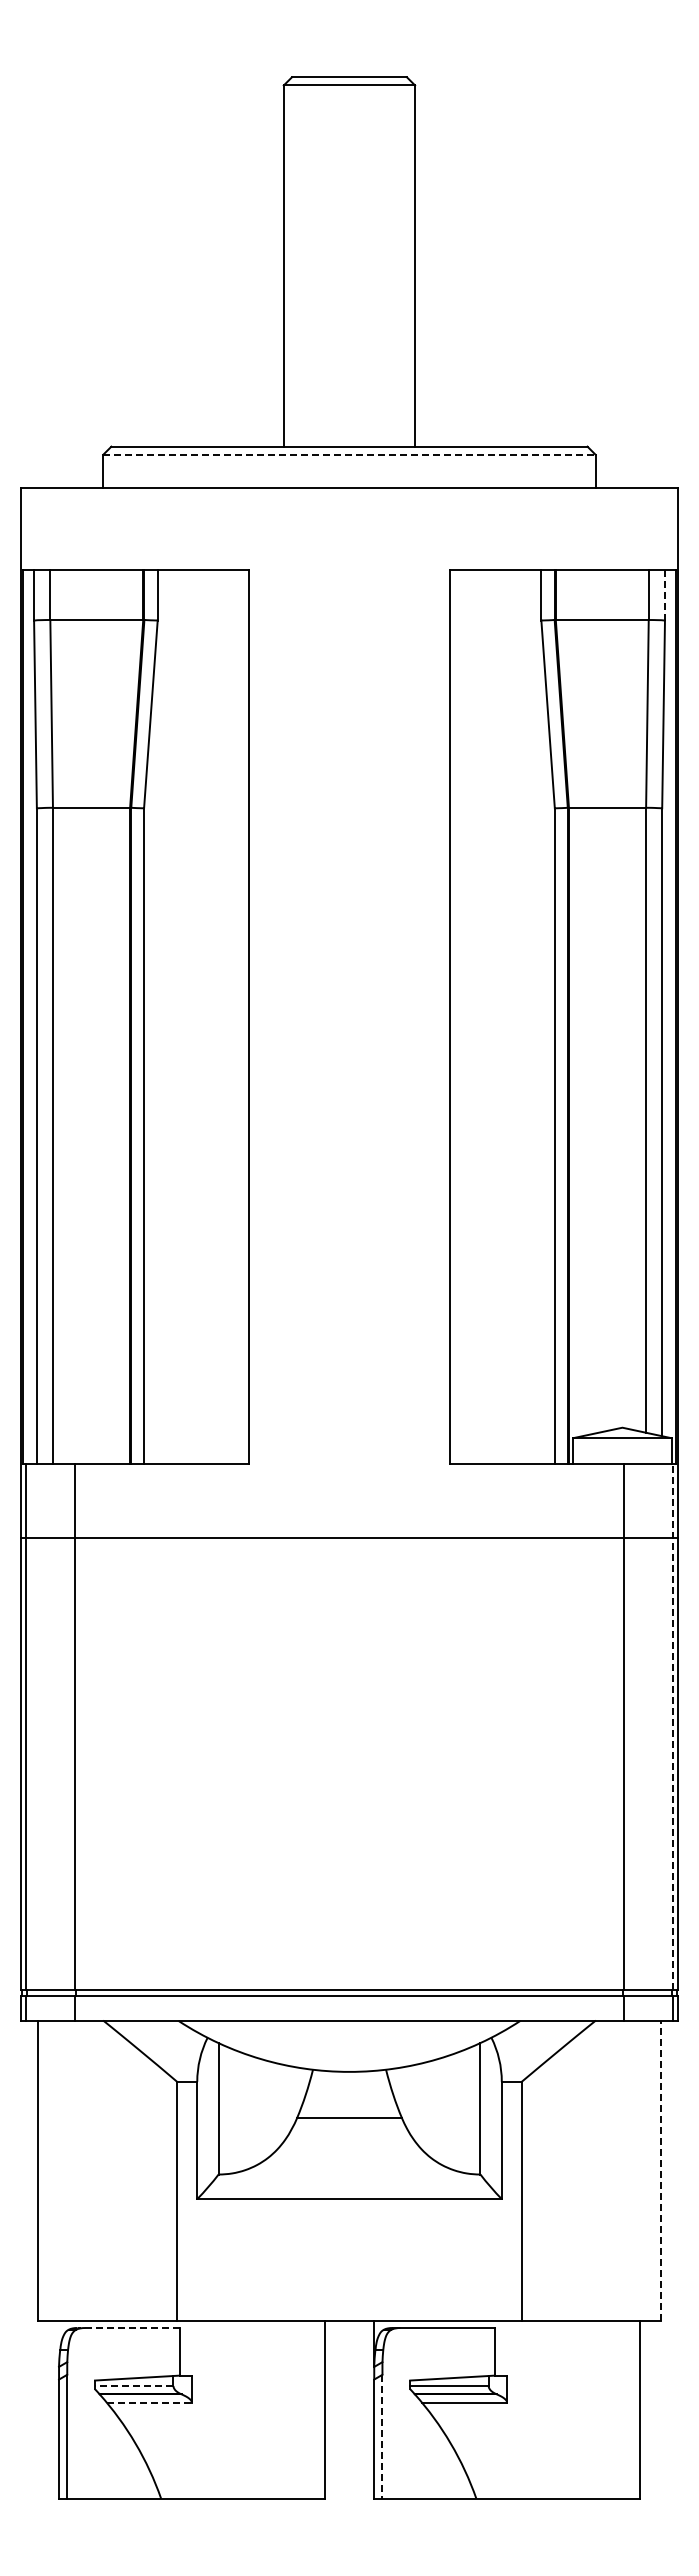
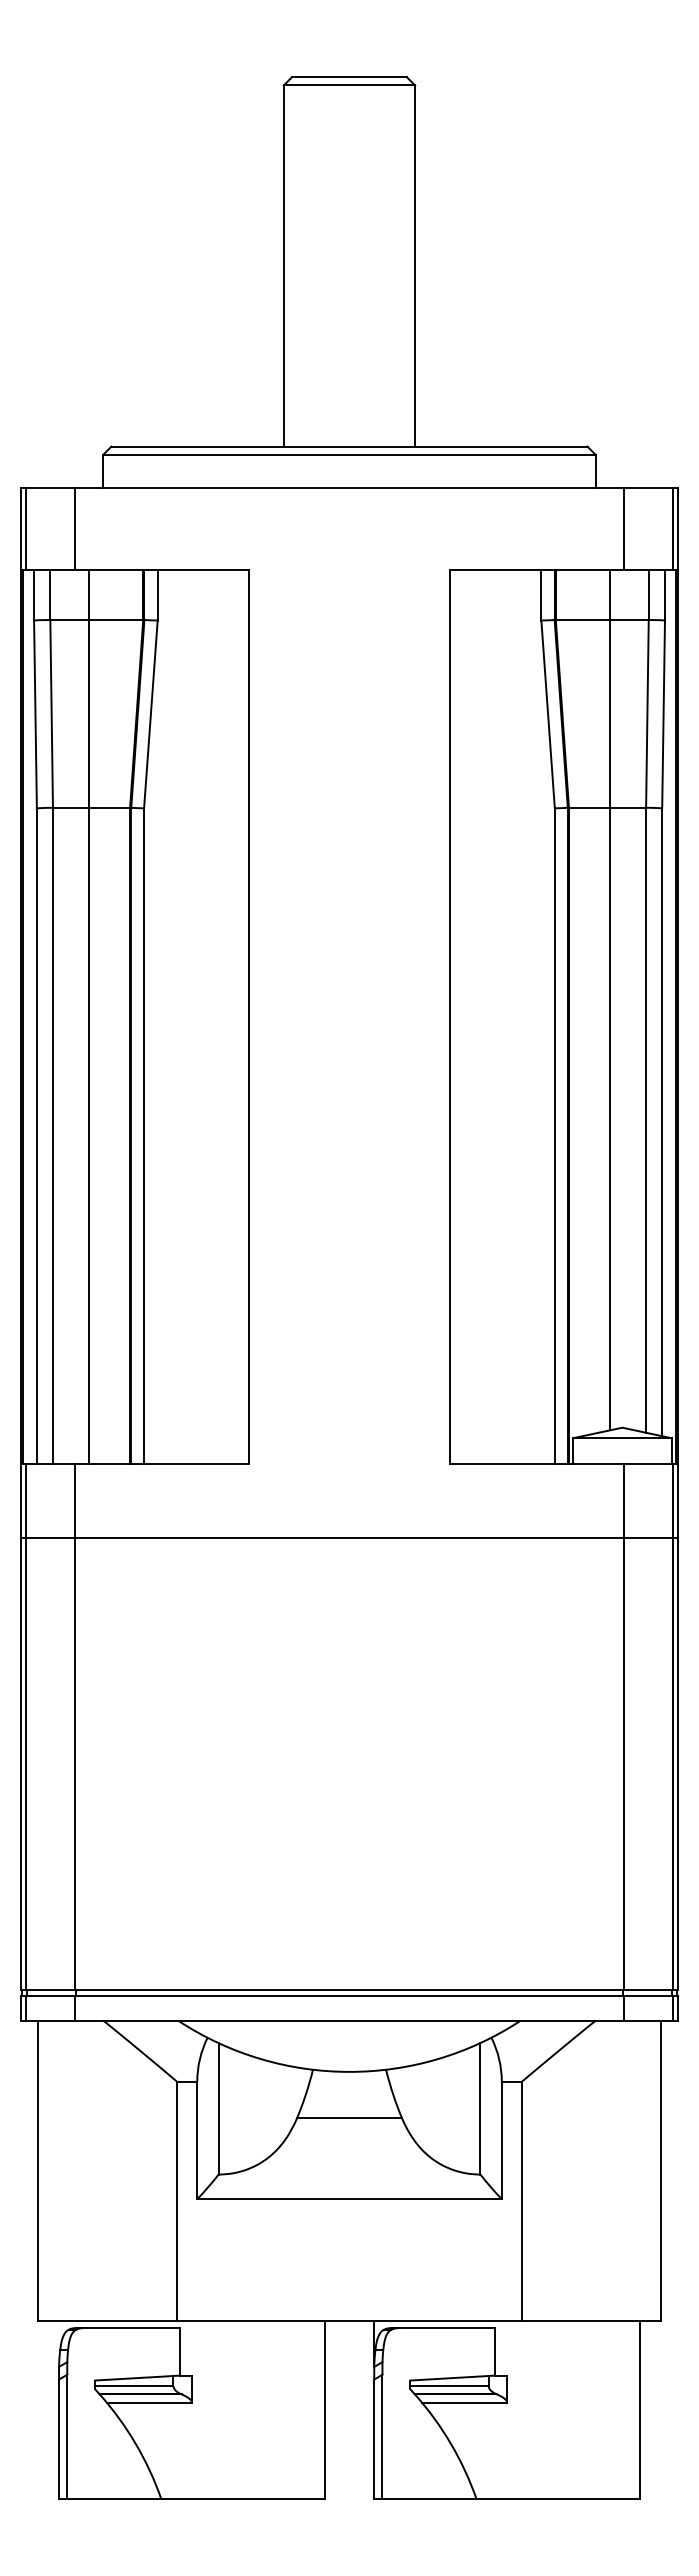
line at (349, 454): dashed -> solid
line at (26, 528): none -> present
line at (75, 528): none -> present
line at (623, 528): none -> present
line at (673, 528): none -> present
line at (664, 594): dashed -> solid
line at (609, 999): none -> present
line at (89, 1016): none -> present
line at (673, 1727): dashed -> solid
line at (661, 2170): dashed -> solid
line at (128, 2328): dashed -> solid
line at (133, 2385): dashed -> solid
line at (149, 2402): dashed -> solid
line at (382, 2436): dashed -> solid
